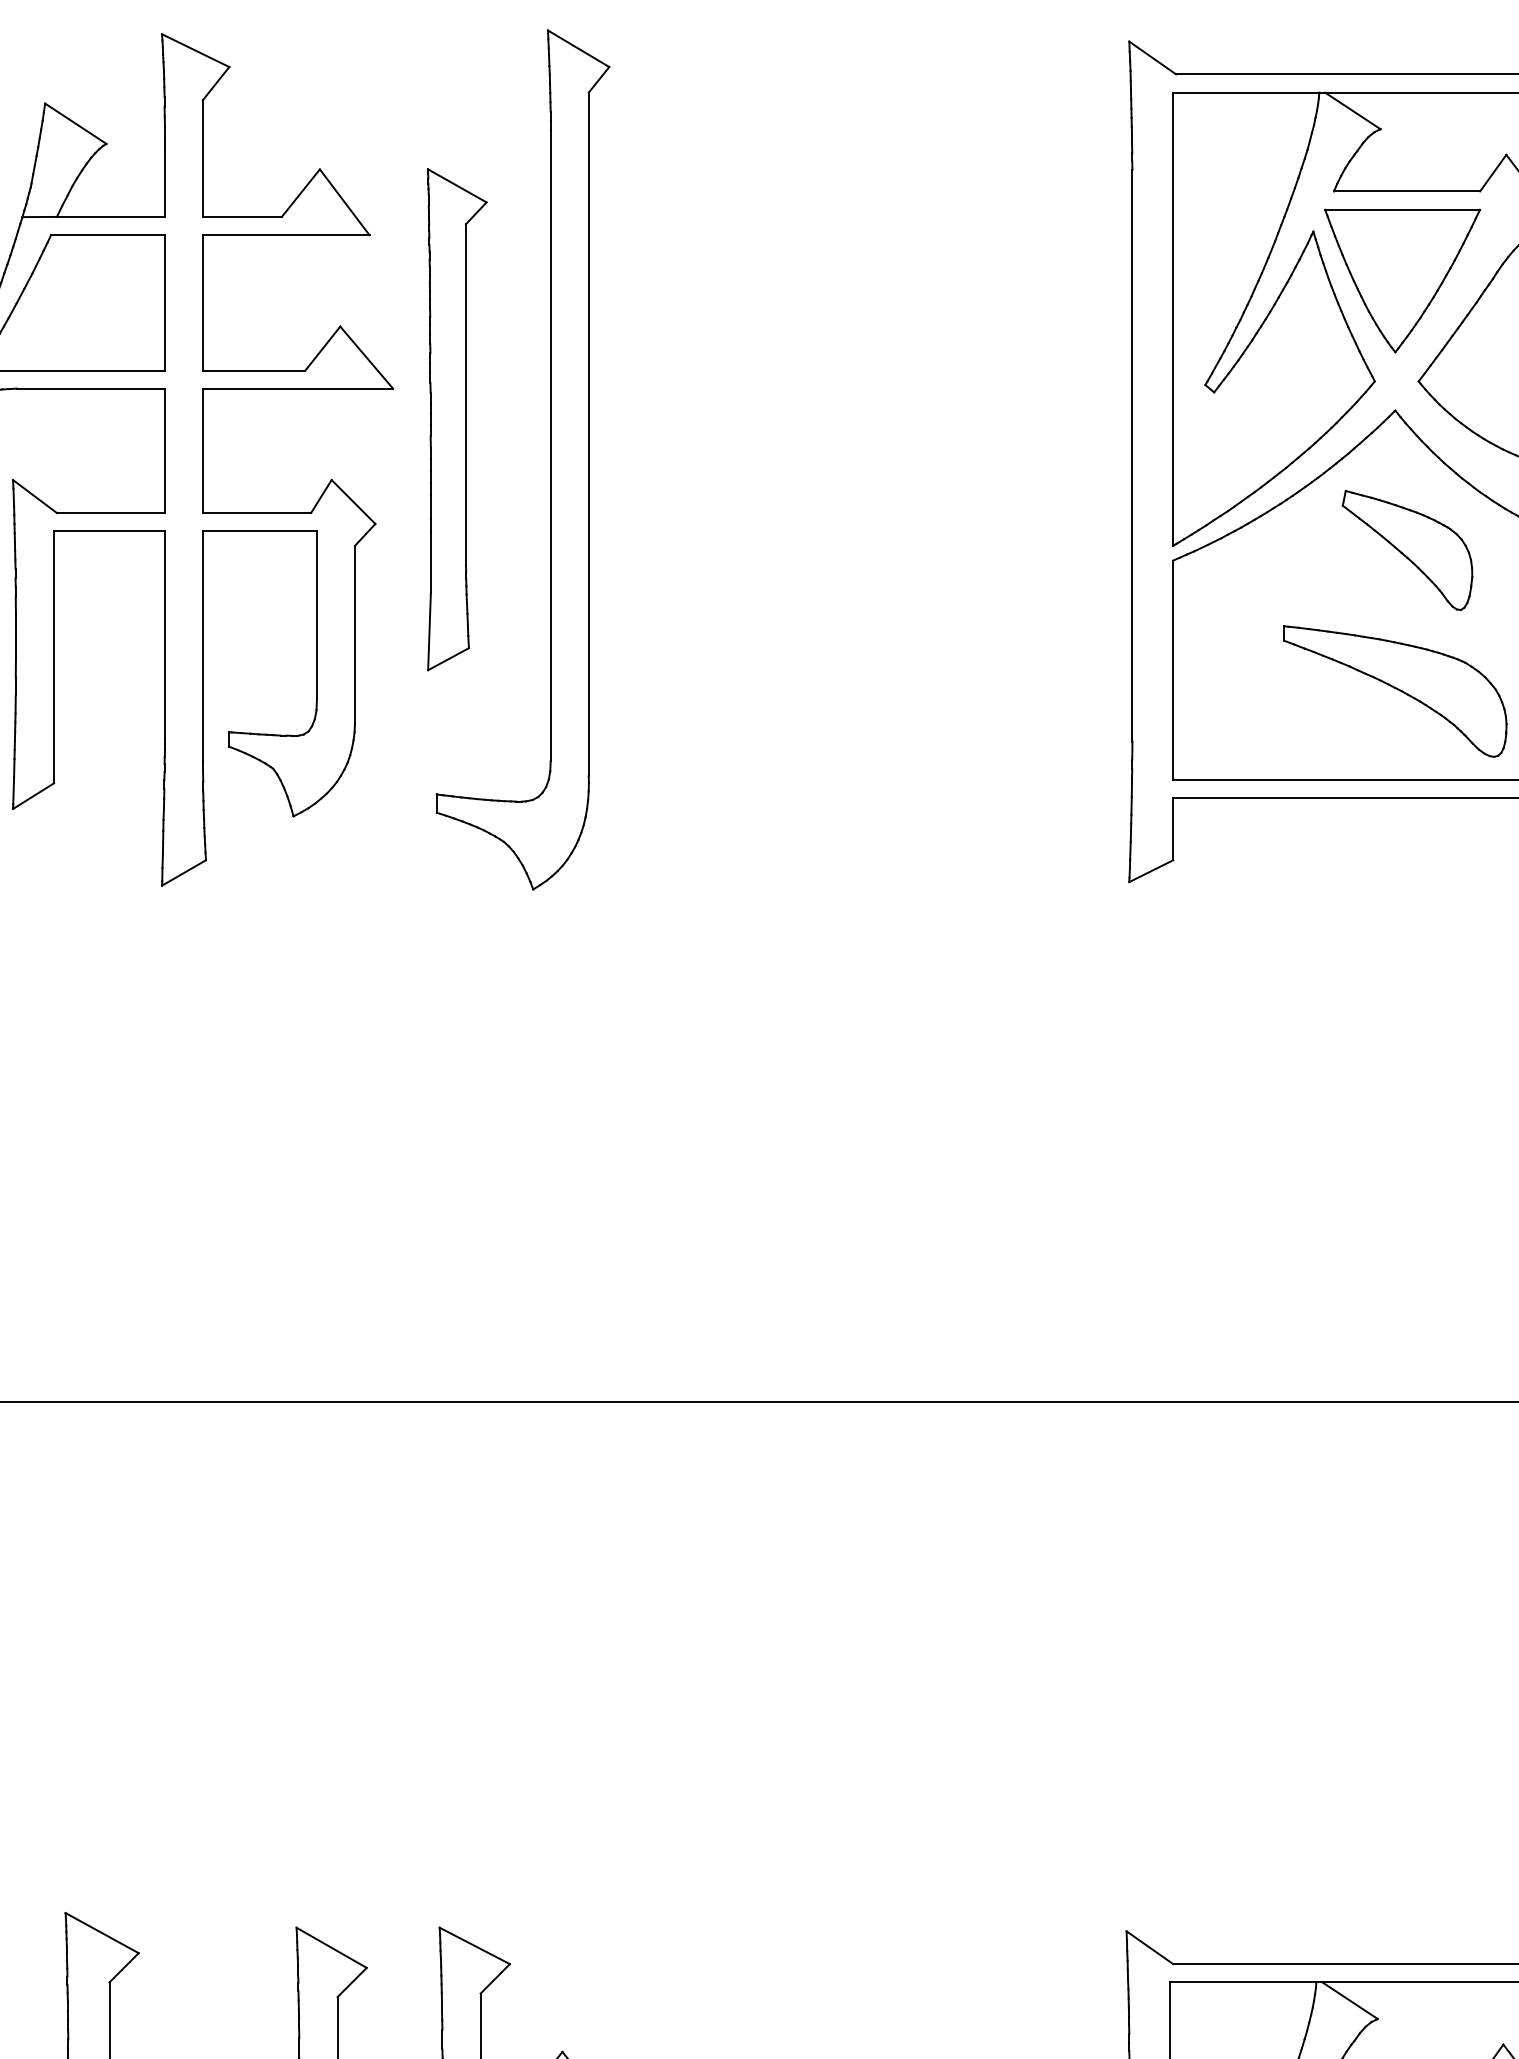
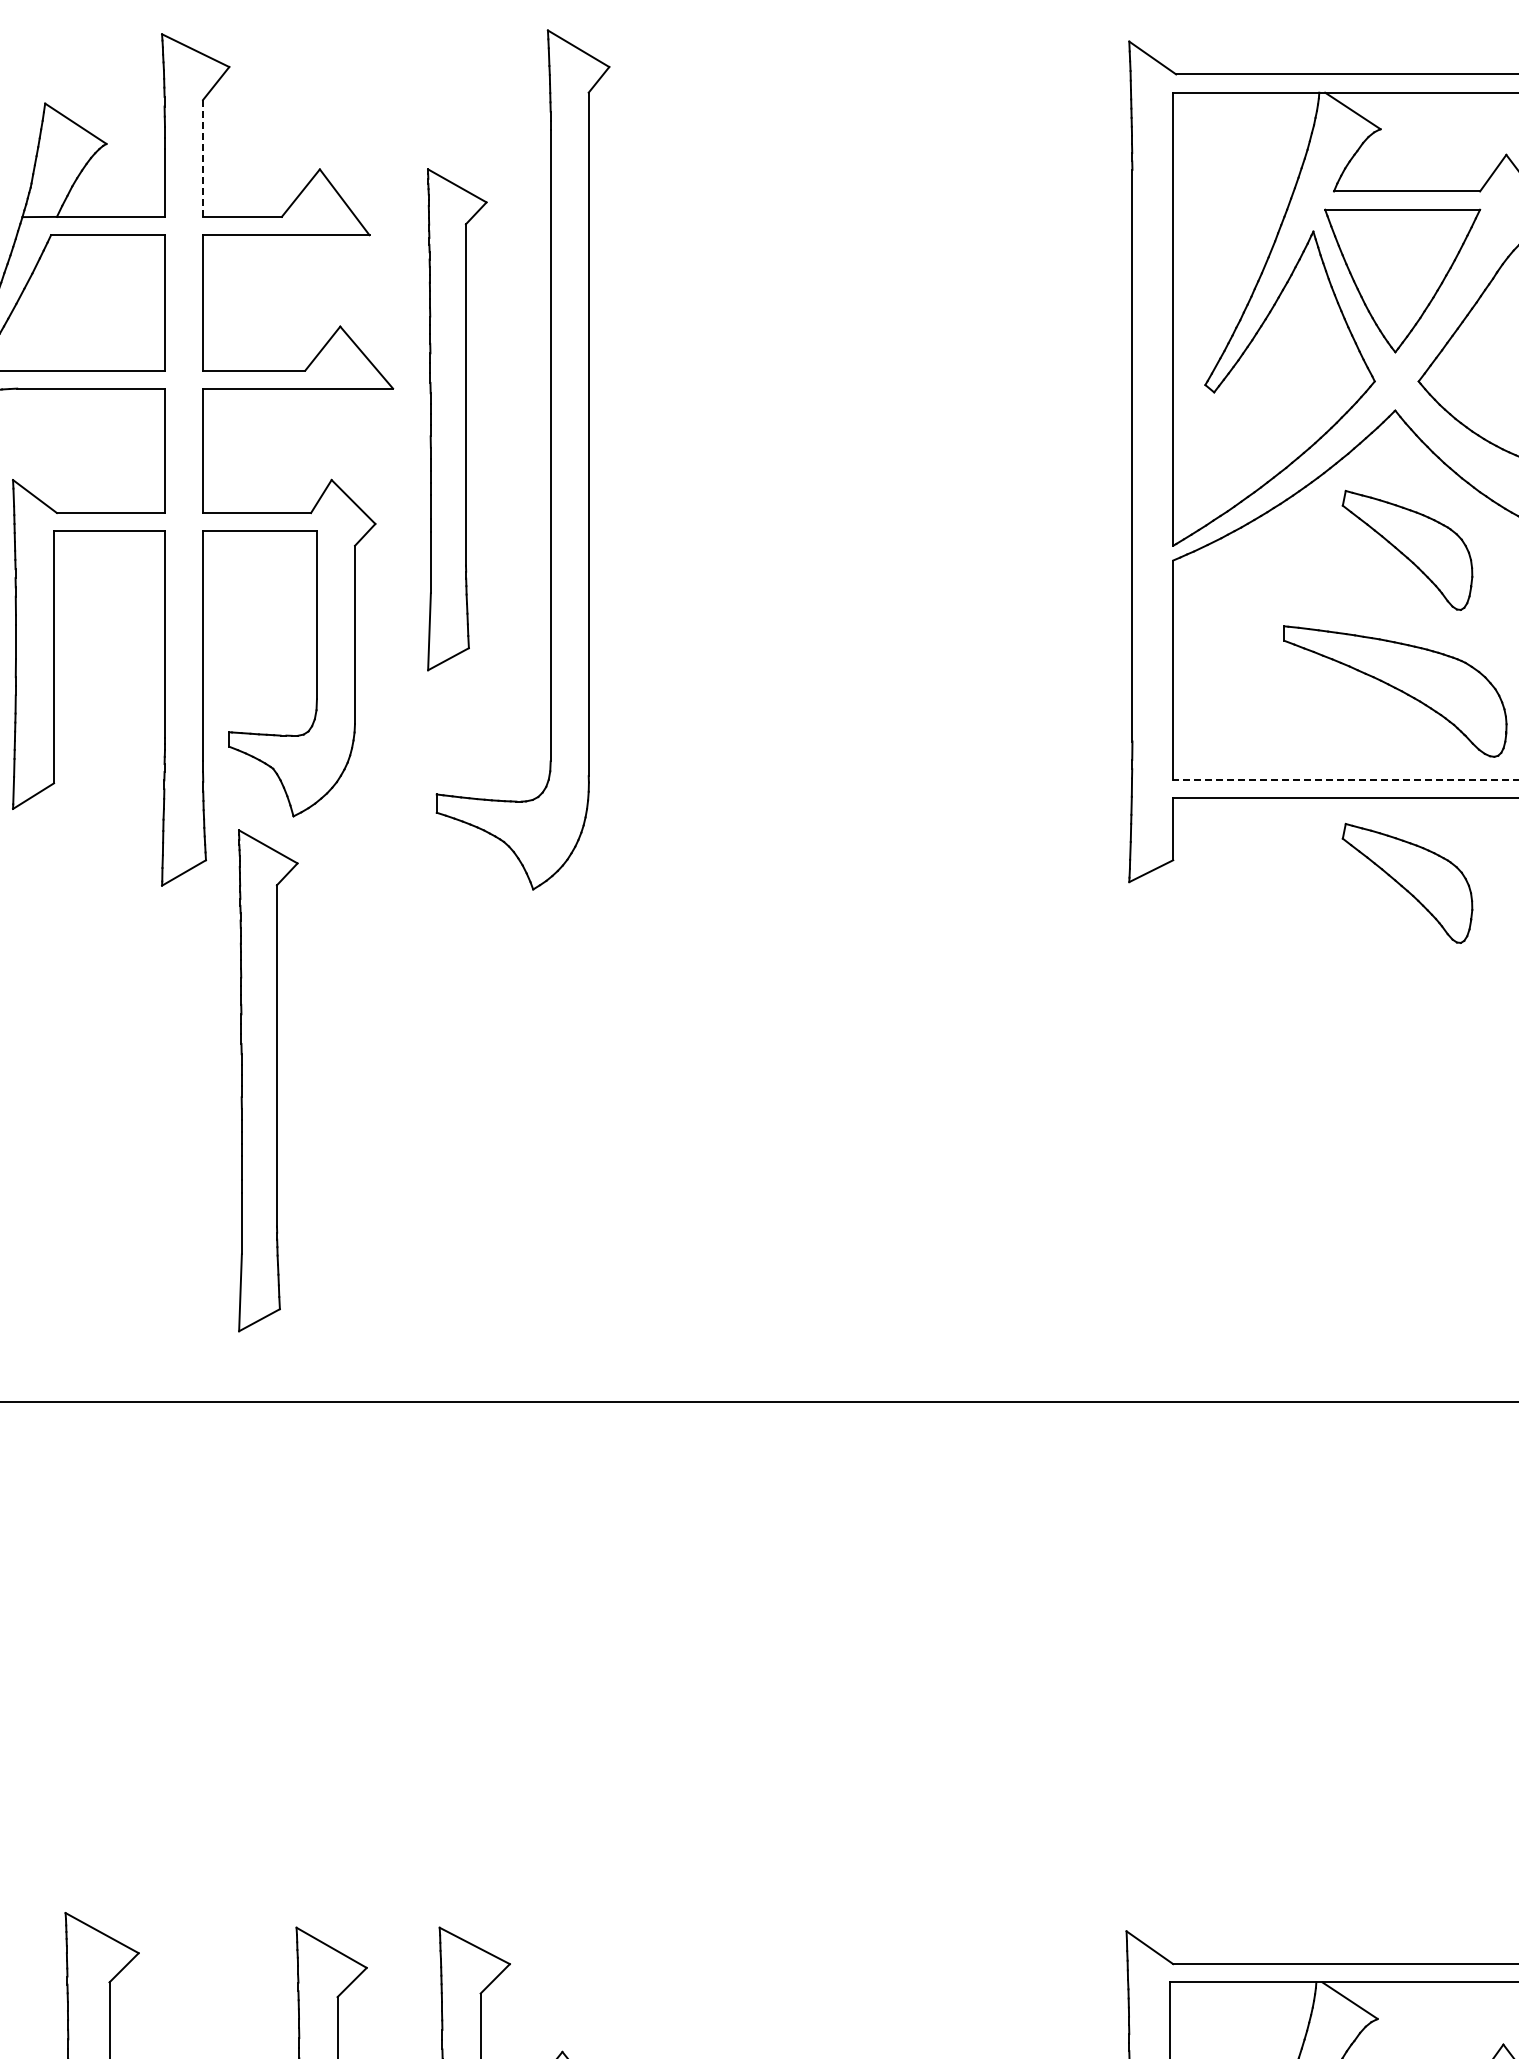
line at (203, 157): solid -> dashed
line at (1346, 779): solid -> dashed
part at (1407, 882): none -> present
part at (268, 1080): none -> present
